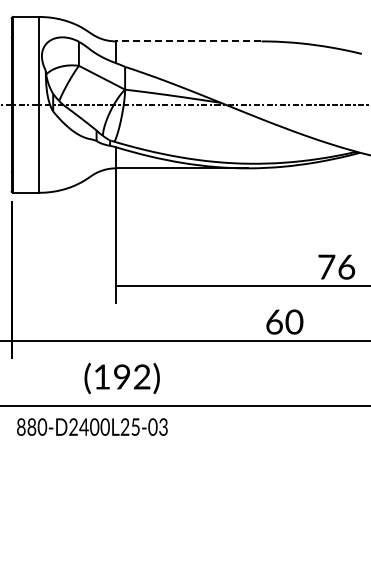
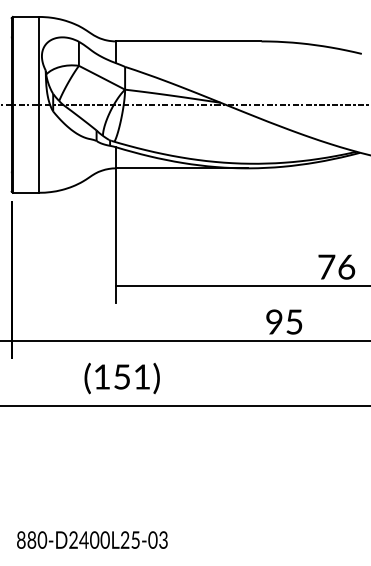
line at (188, 41): dashed -> solid
text at (284, 321): 60 -> 95
text at (132, 376): (192) -> (151)
text at (92, 426) position: (92, 426) -> (92, 539)
